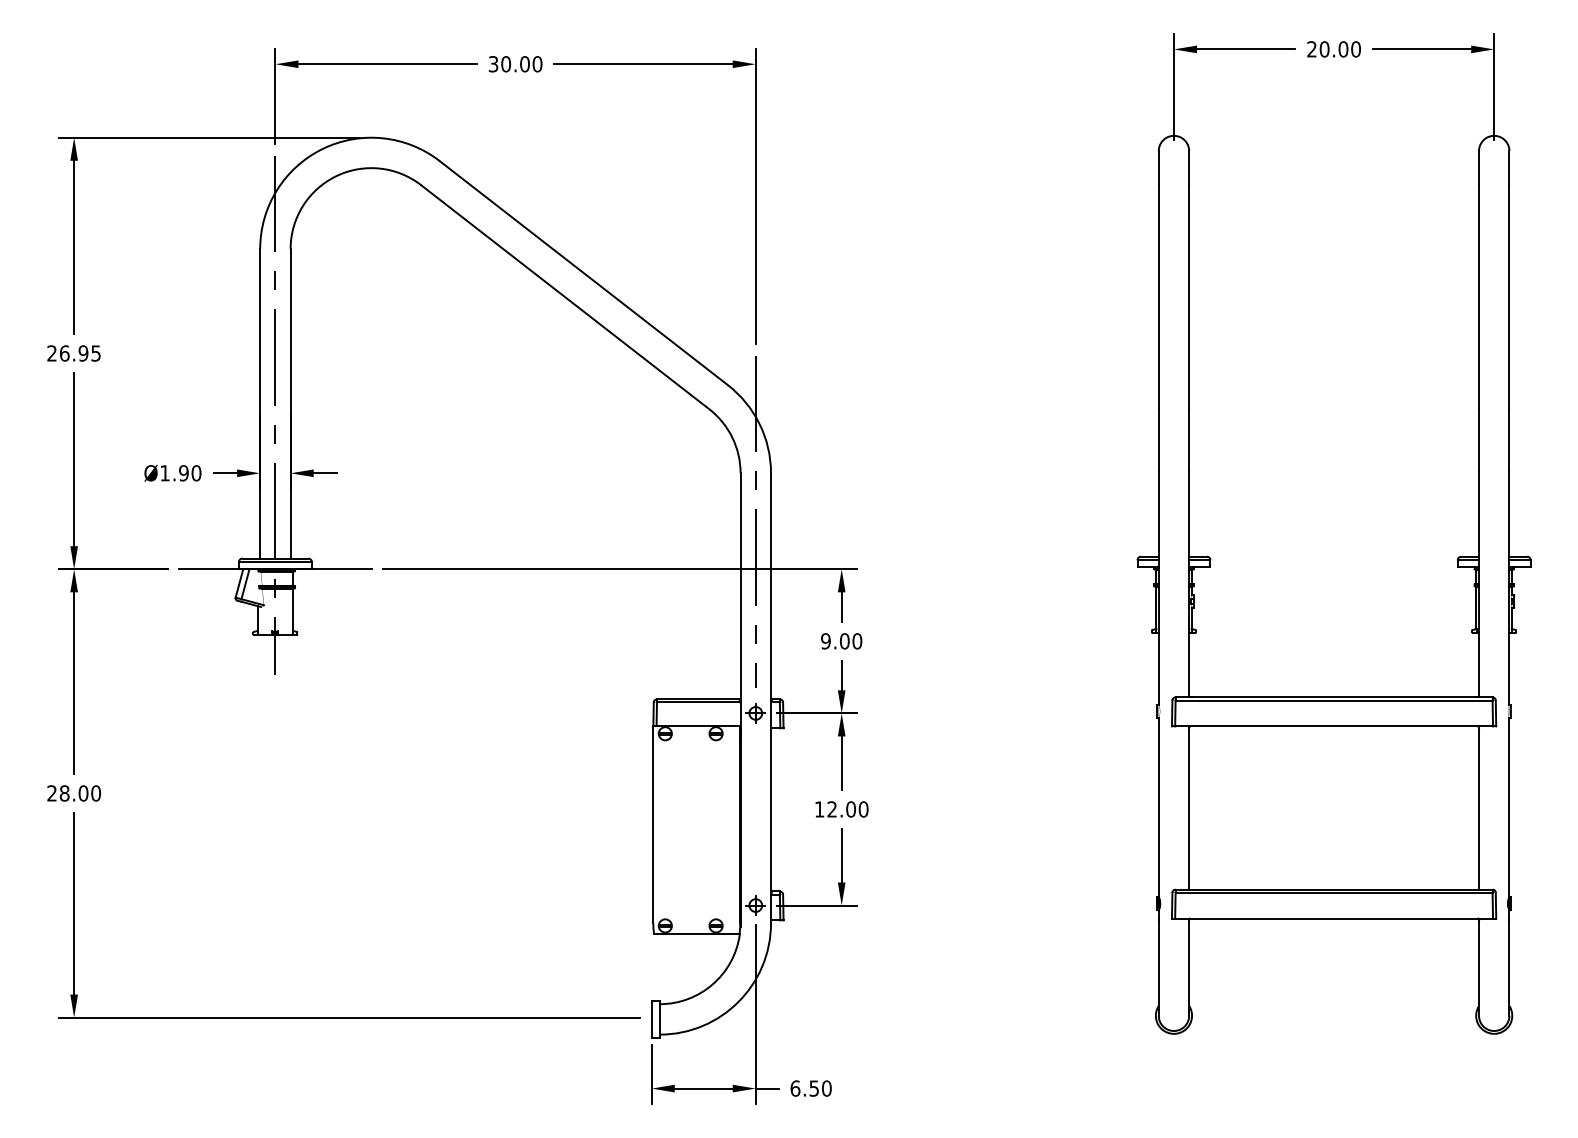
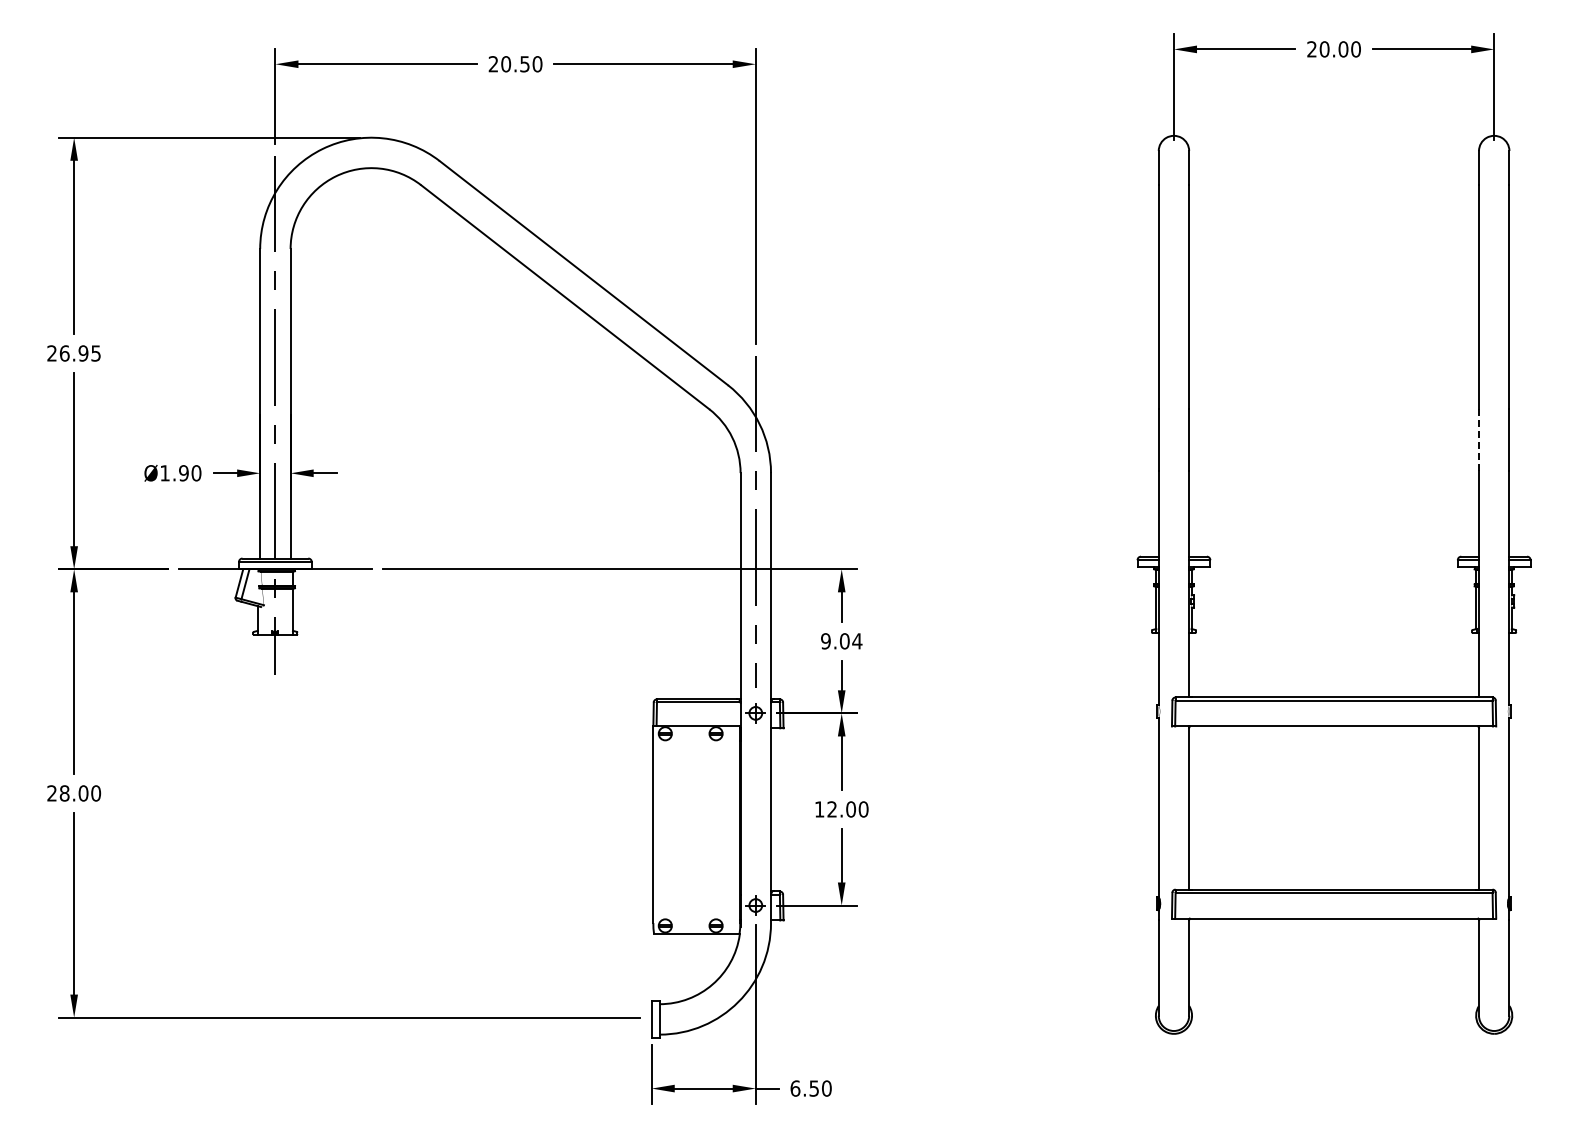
text at (508, 64): 30.00 -> 20.50
line at (1479, 440): solid -> dashed
text at (857, 641): 9.00 -> 9.04
